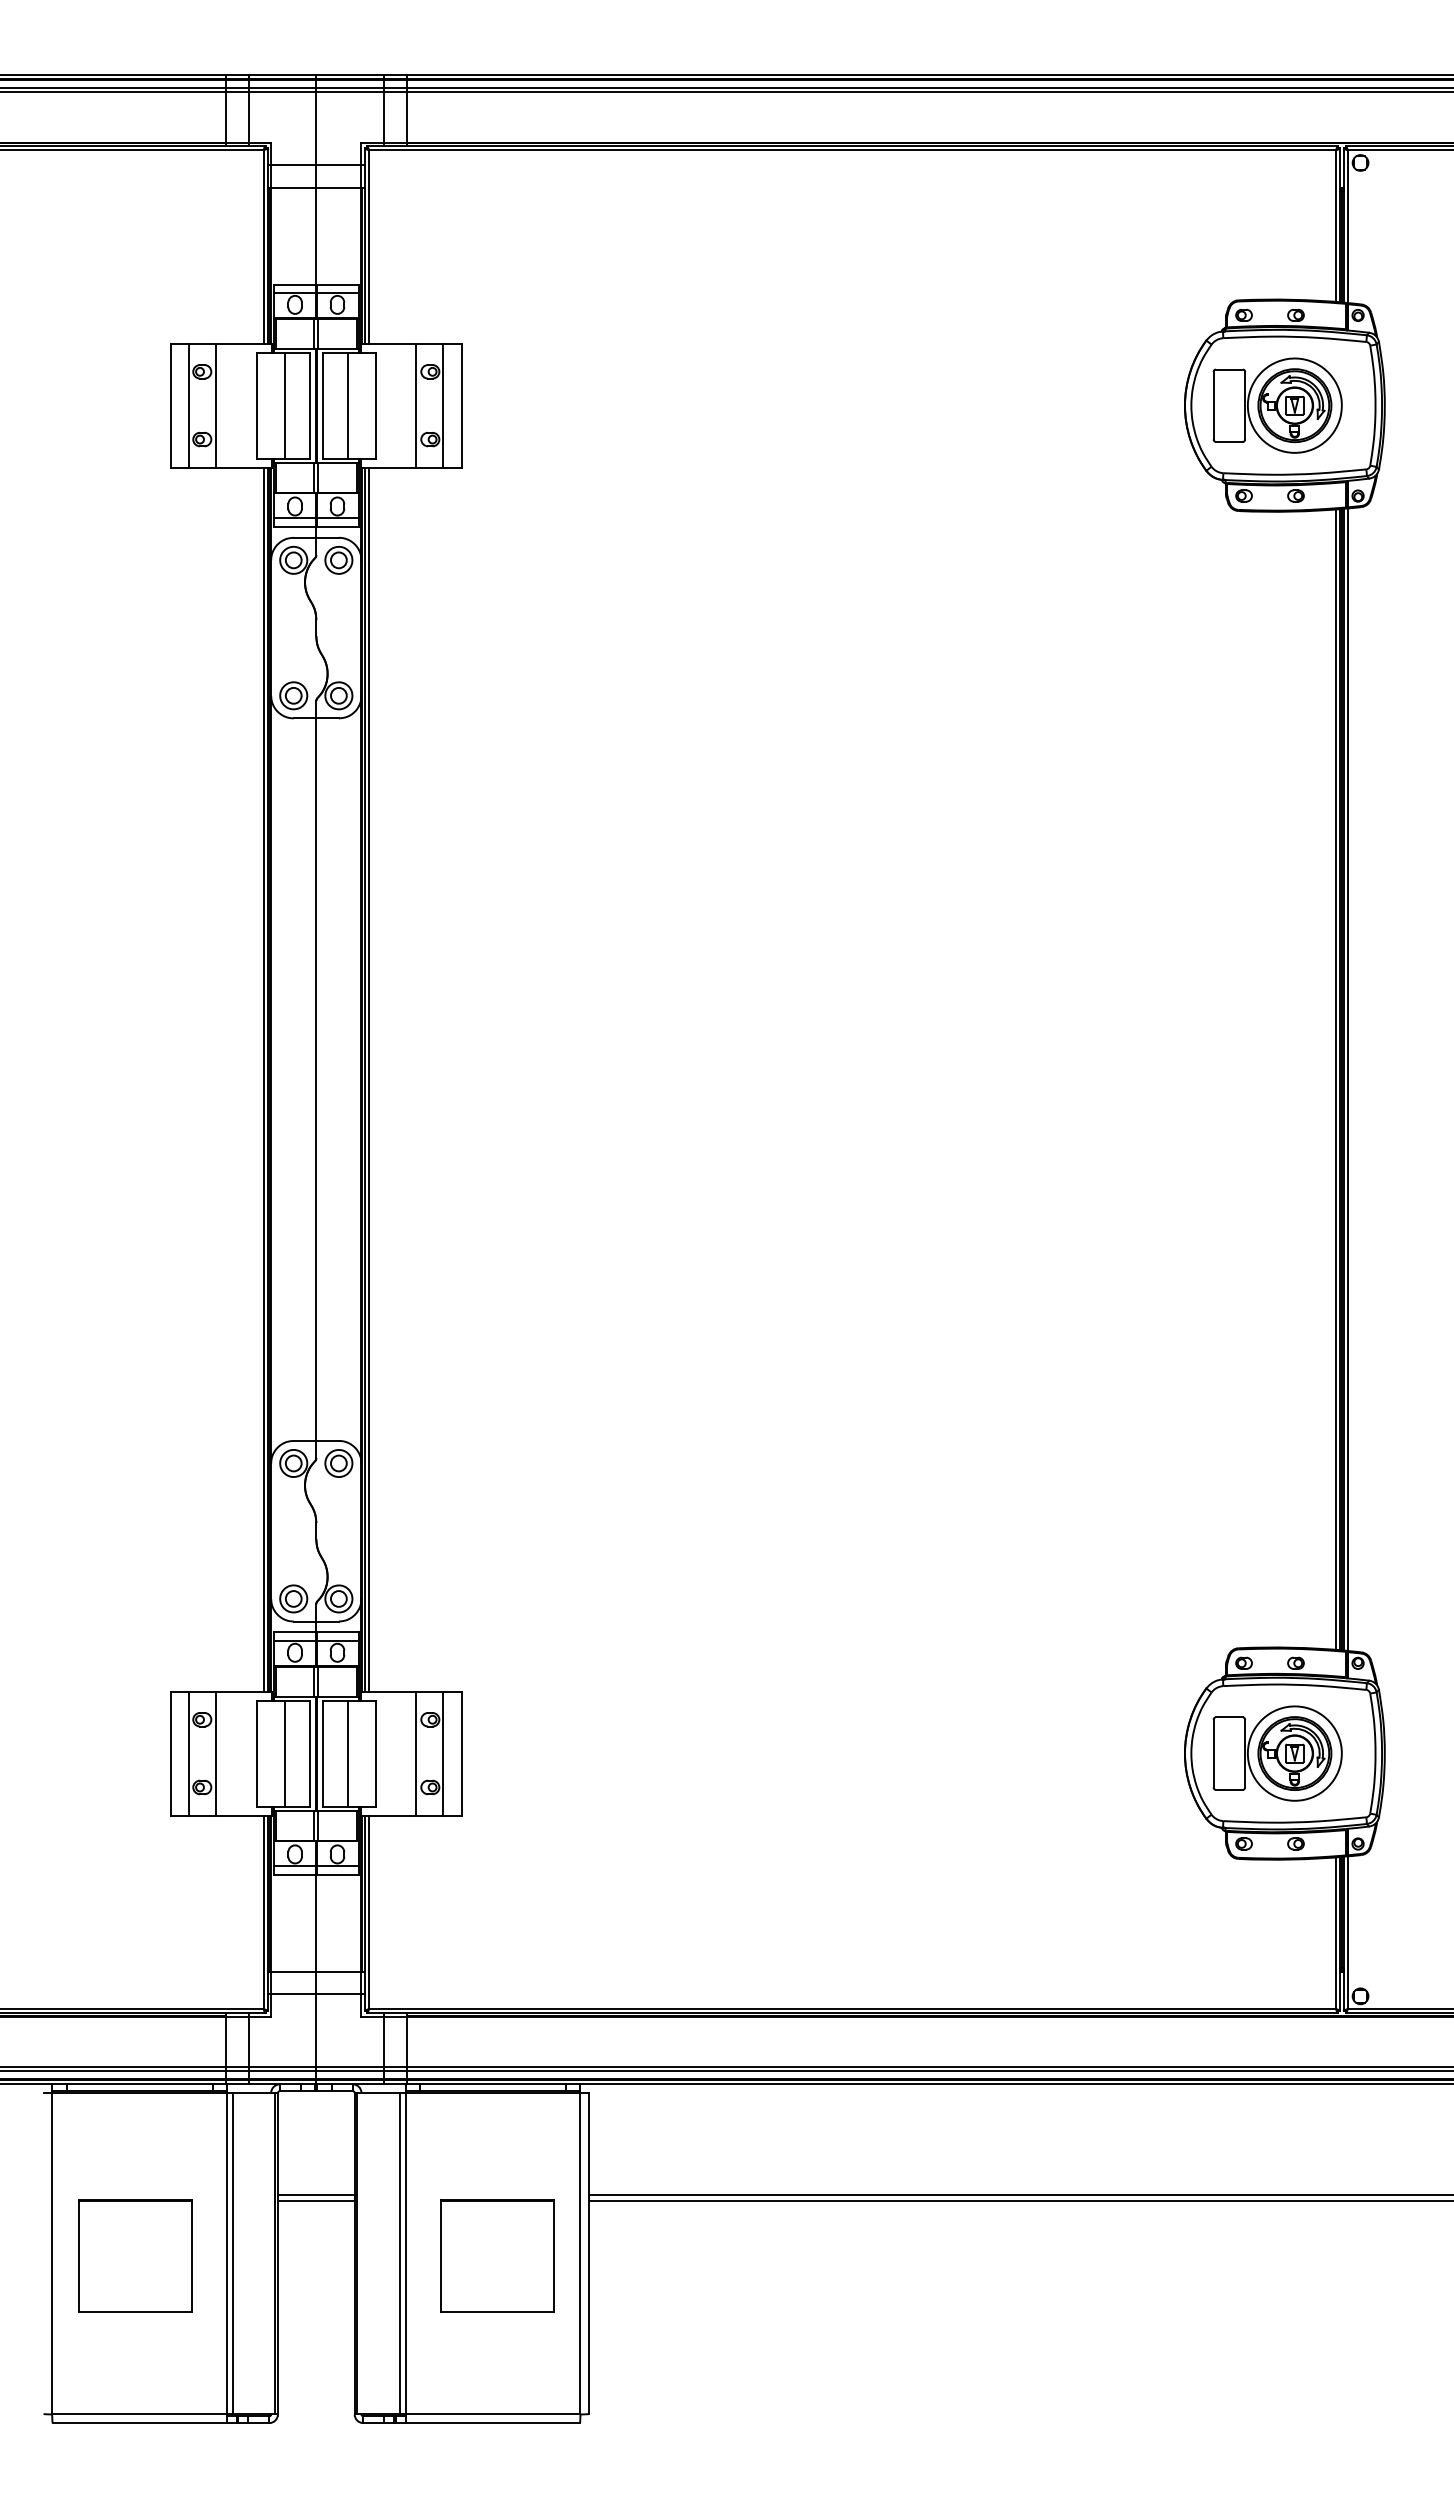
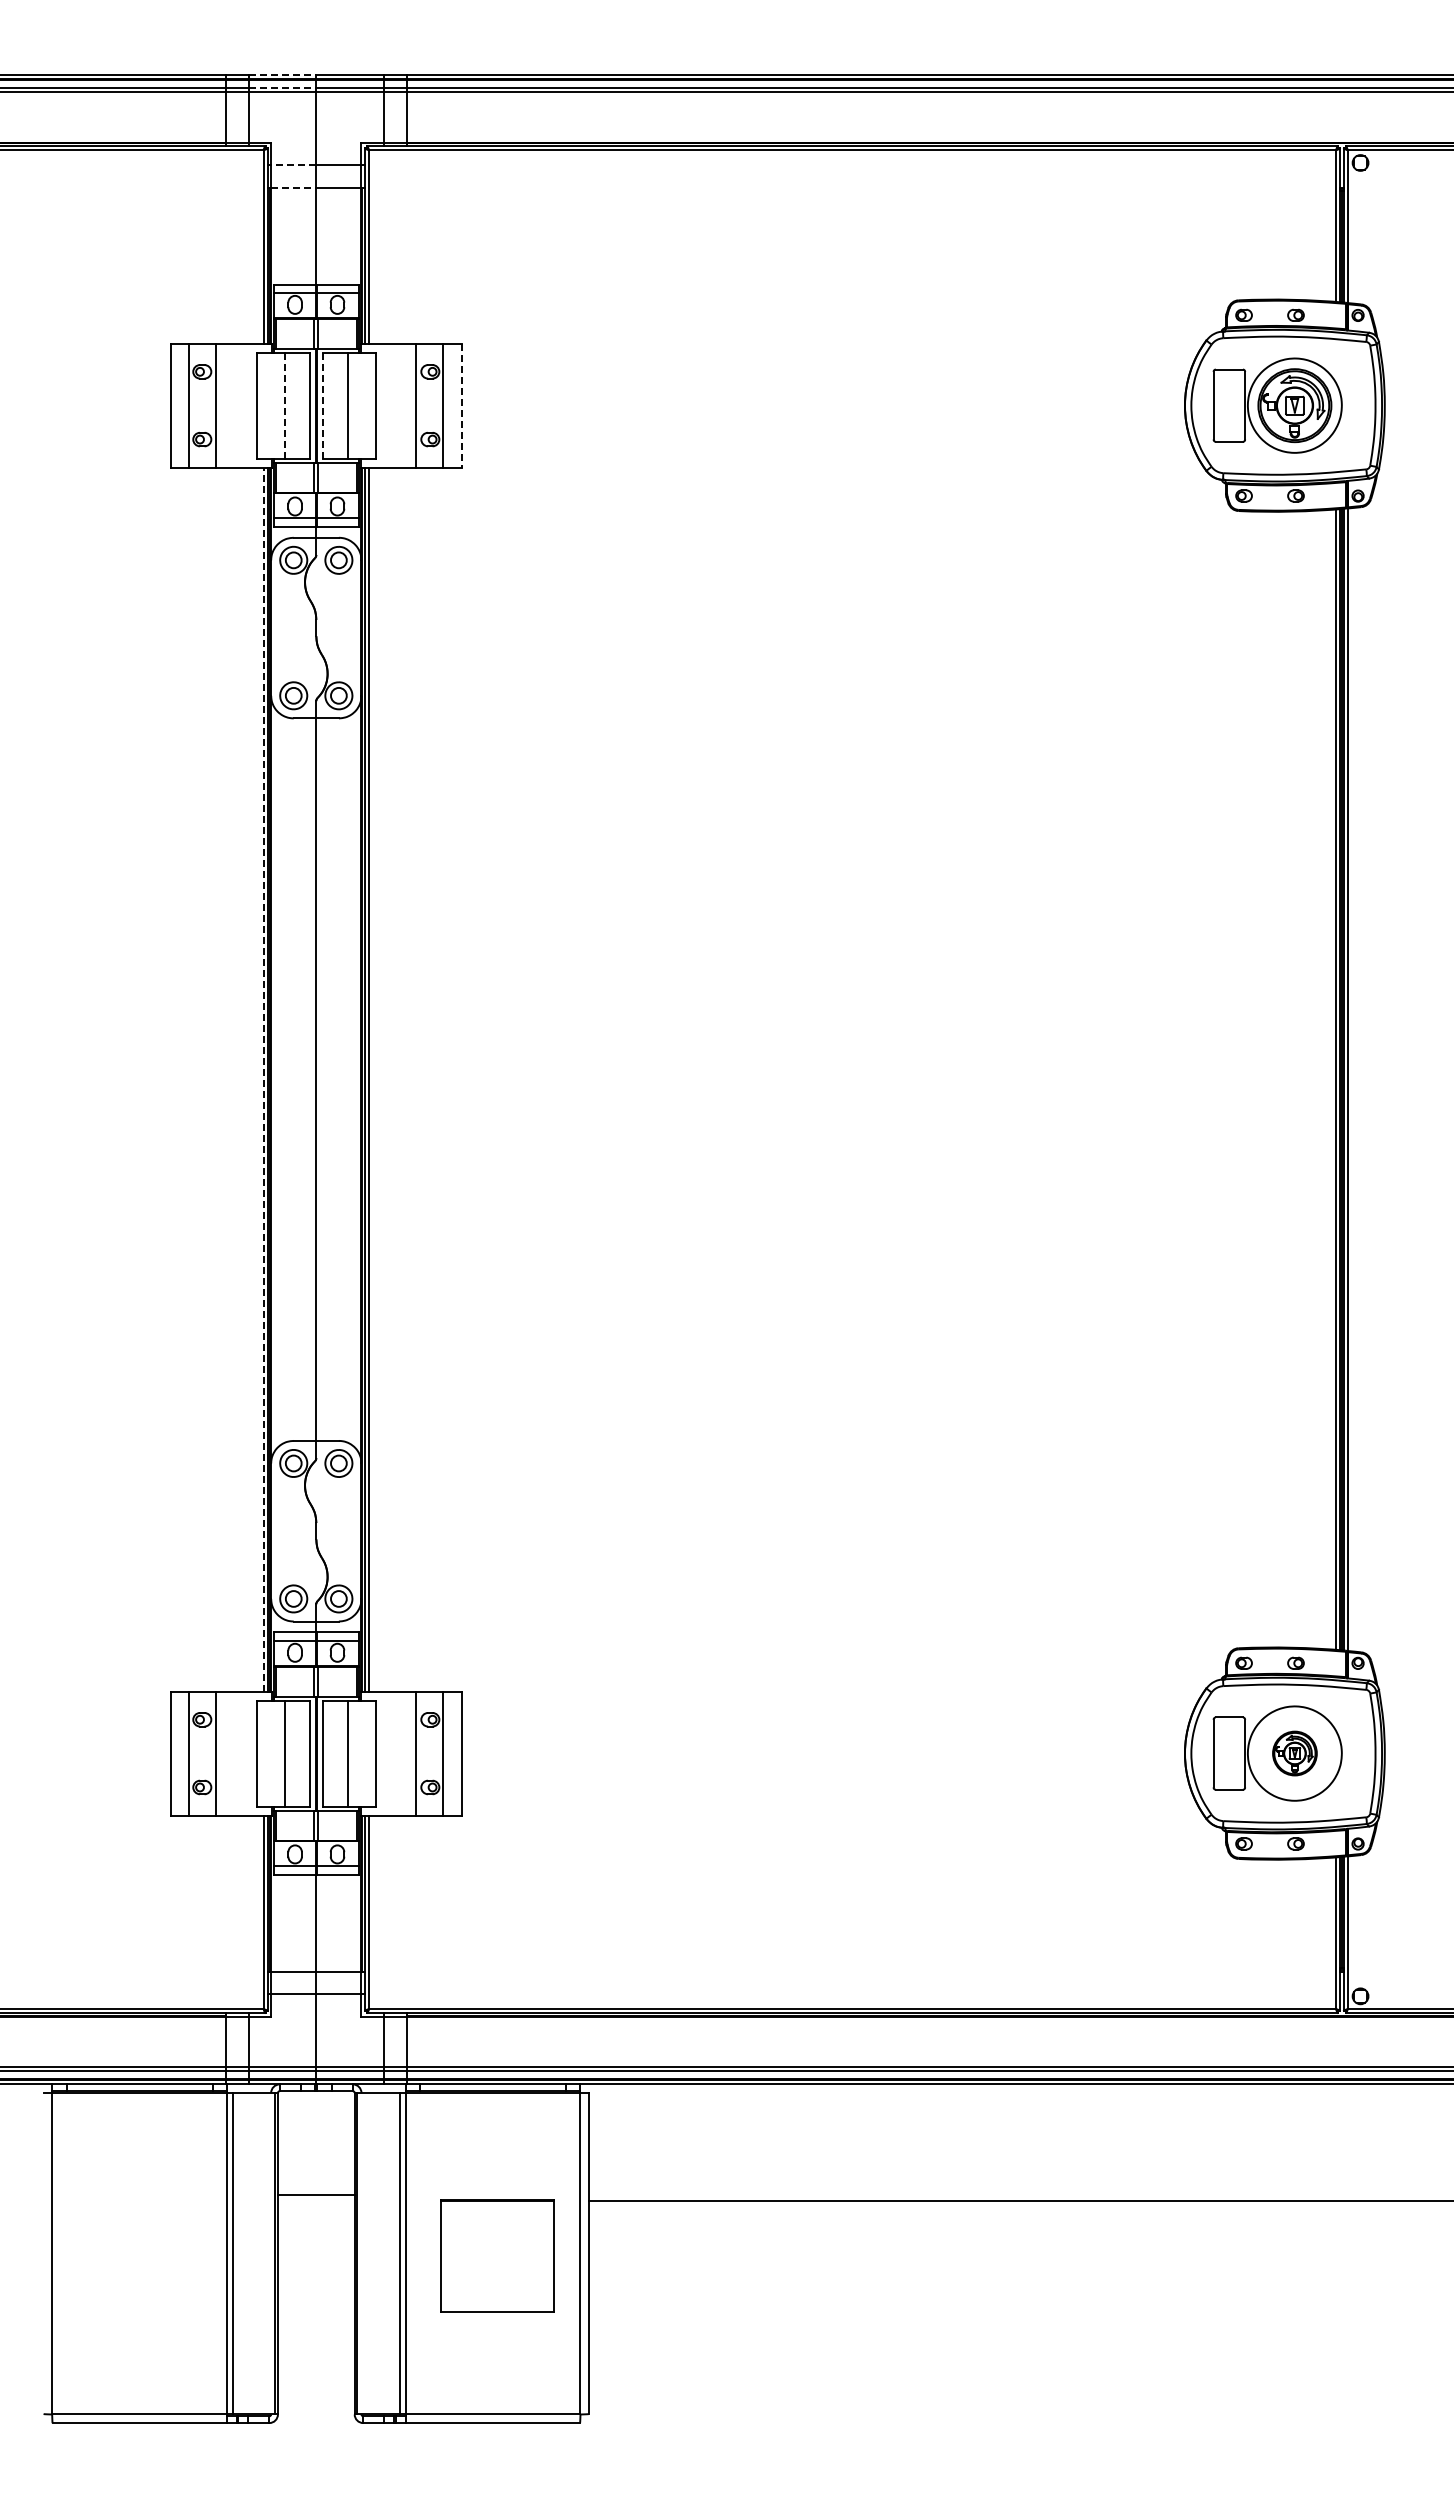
line at (282, 74): solid -> dashed
line at (282, 87): solid -> dashed
line at (293, 165): solid -> dashed
line at (293, 187): solid -> dashed
line at (284, 405): solid -> dashed
line at (322, 406): solid -> dashed
line at (462, 406): solid -> dashed
line at (263, 1079): solid -> dashed
part at (1294, 1753) size: 76x75 px -> 46x47 px
line at (1019, 2194): present -> none
line at (315, 2200): present -> none
part at (135, 2255): present -> none
